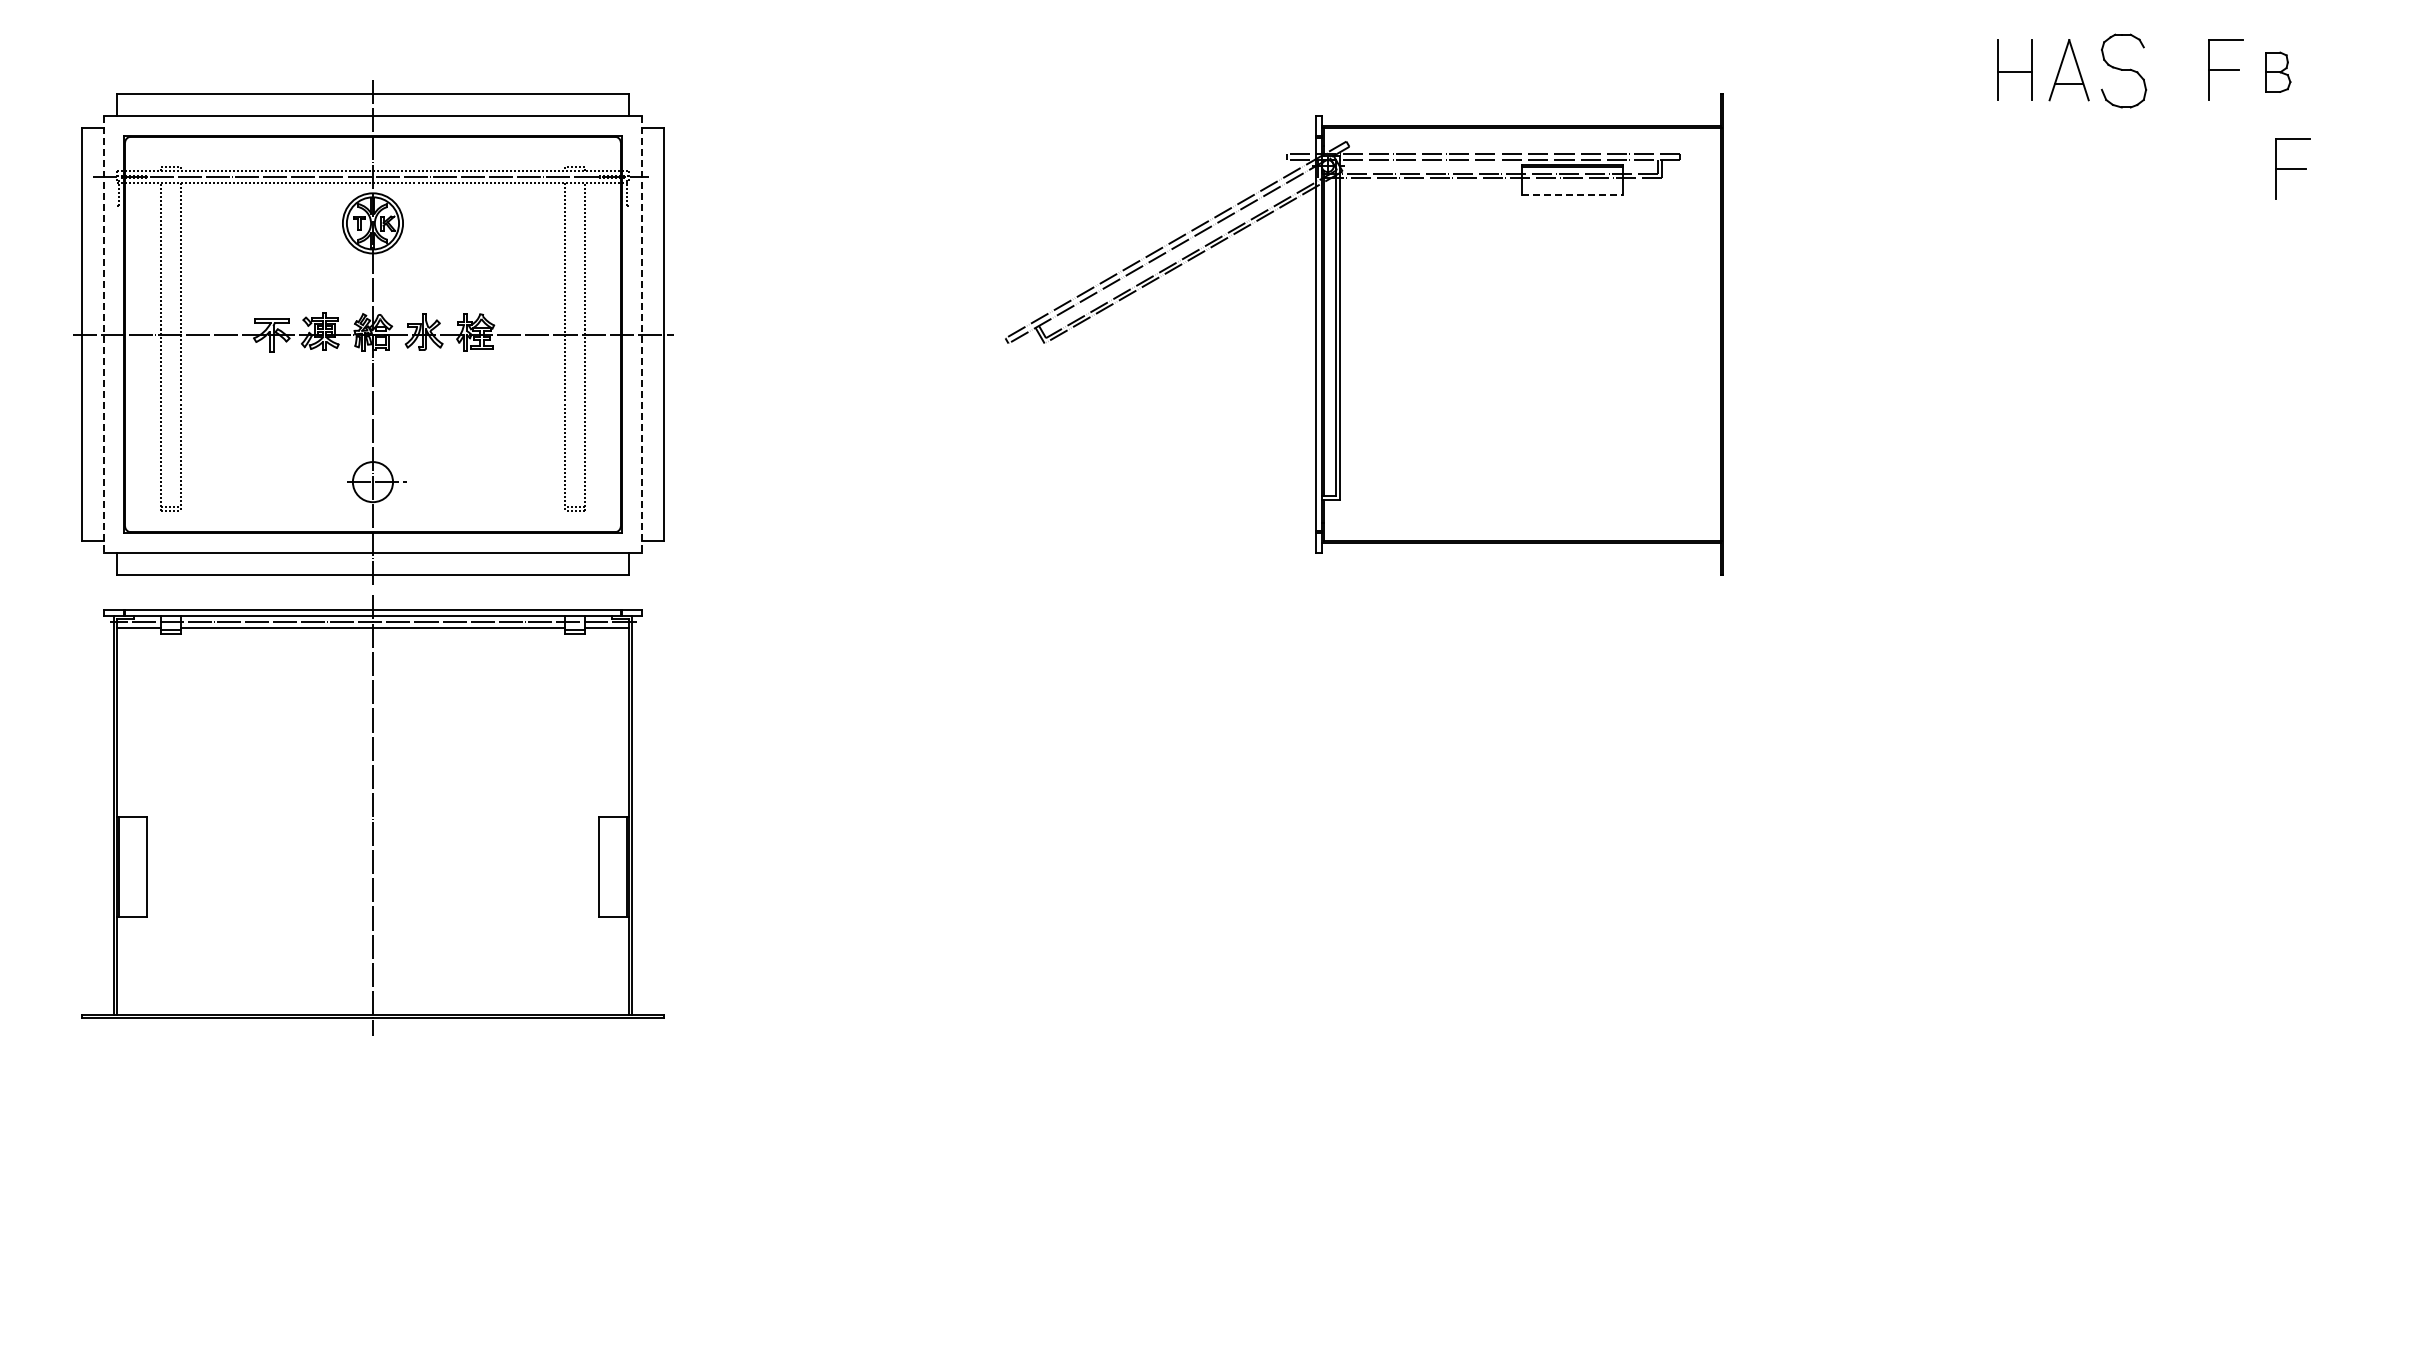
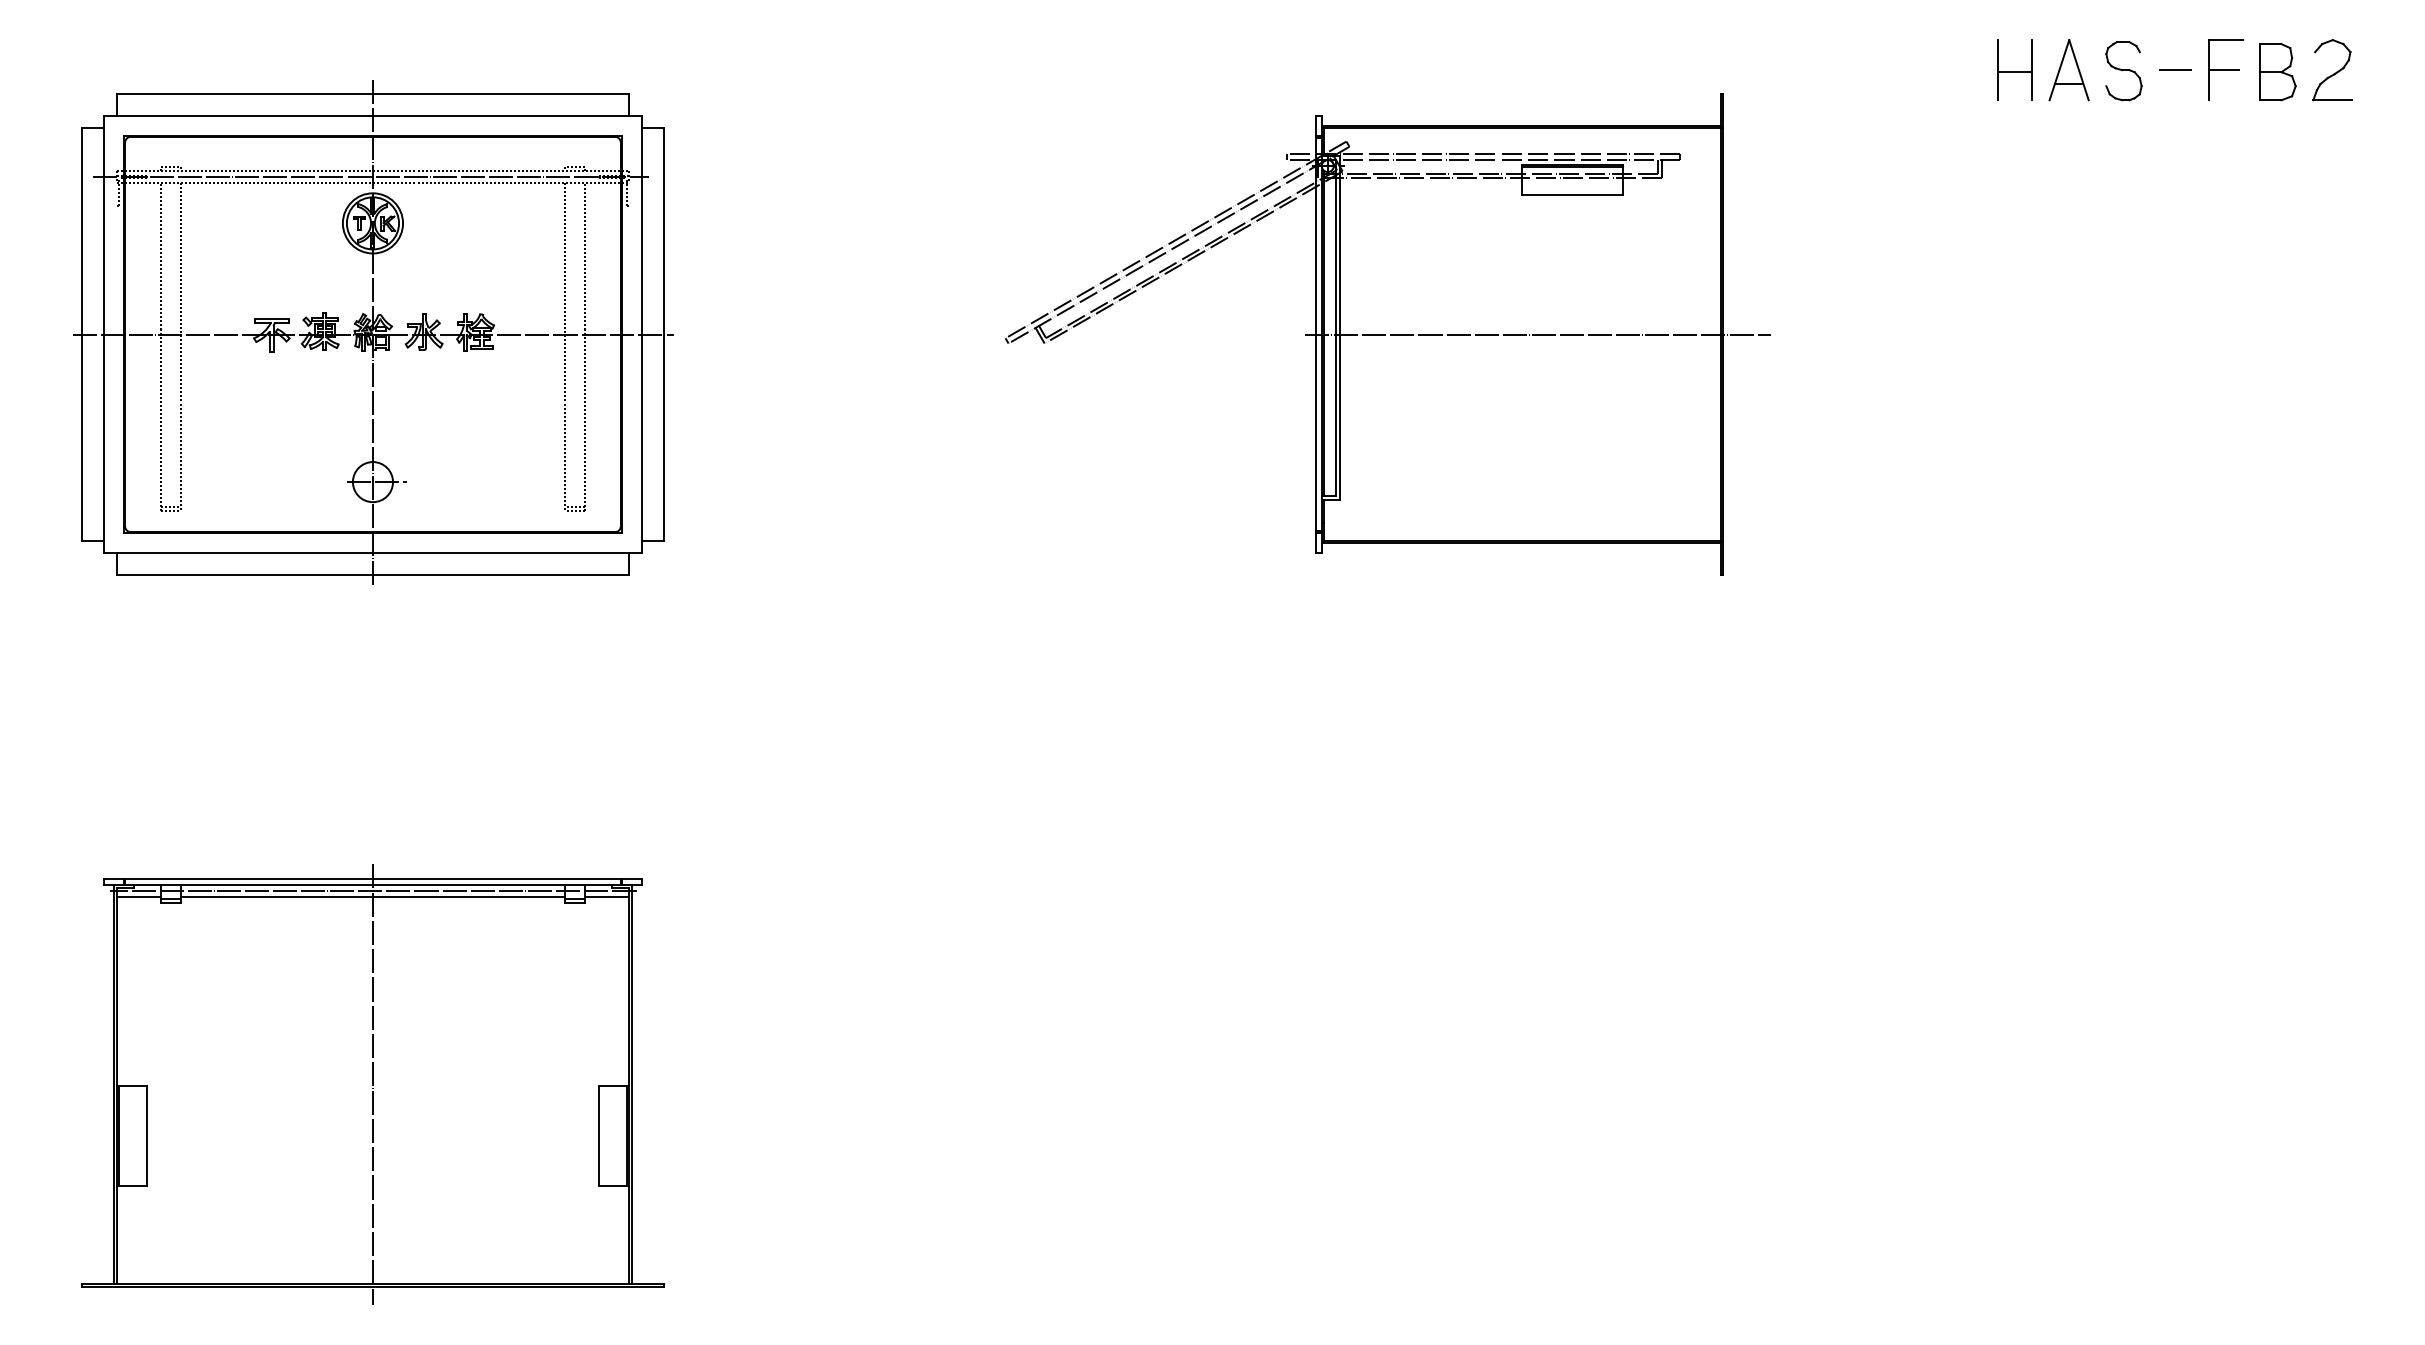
line at (2175, 69): none -> present
part at (2124, 70) size: 47x76 px -> 38x61 px
part at (2332, 70): none -> present
part at (2278, 71) size: 27x42 px -> 38x59 px
part at (2292, 168): present -> none
line at (1572, 194): dashed -> solid
line at (104, 334): dashed -> solid
line at (641, 334): dashed -> solid
line at (1538, 334): none -> present
part at (372, 815) position: (372, 815) -> (372, 1084)
